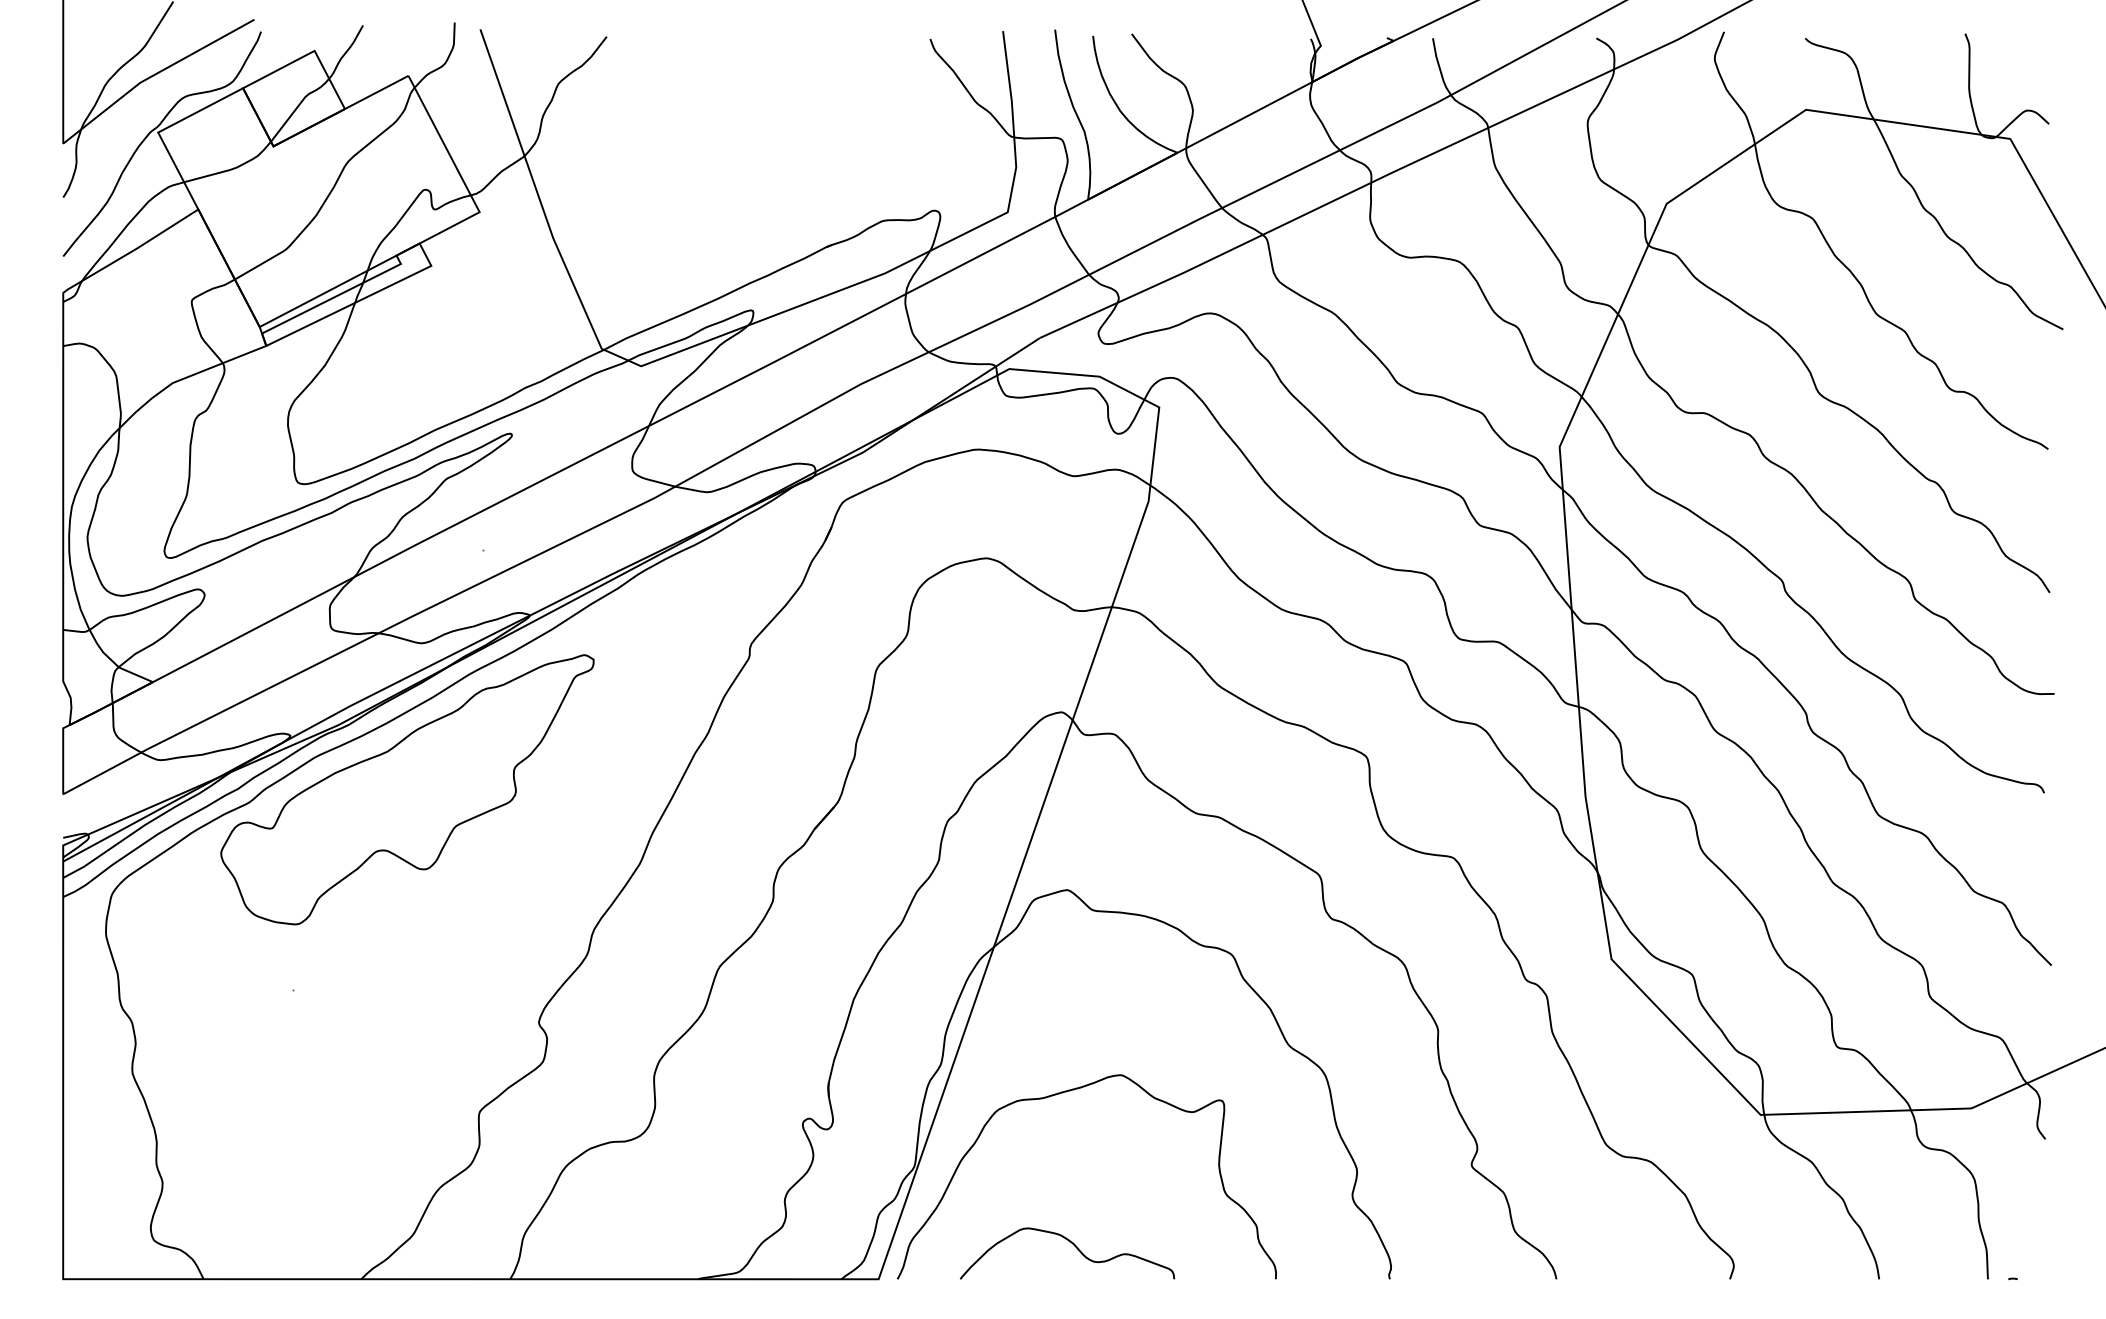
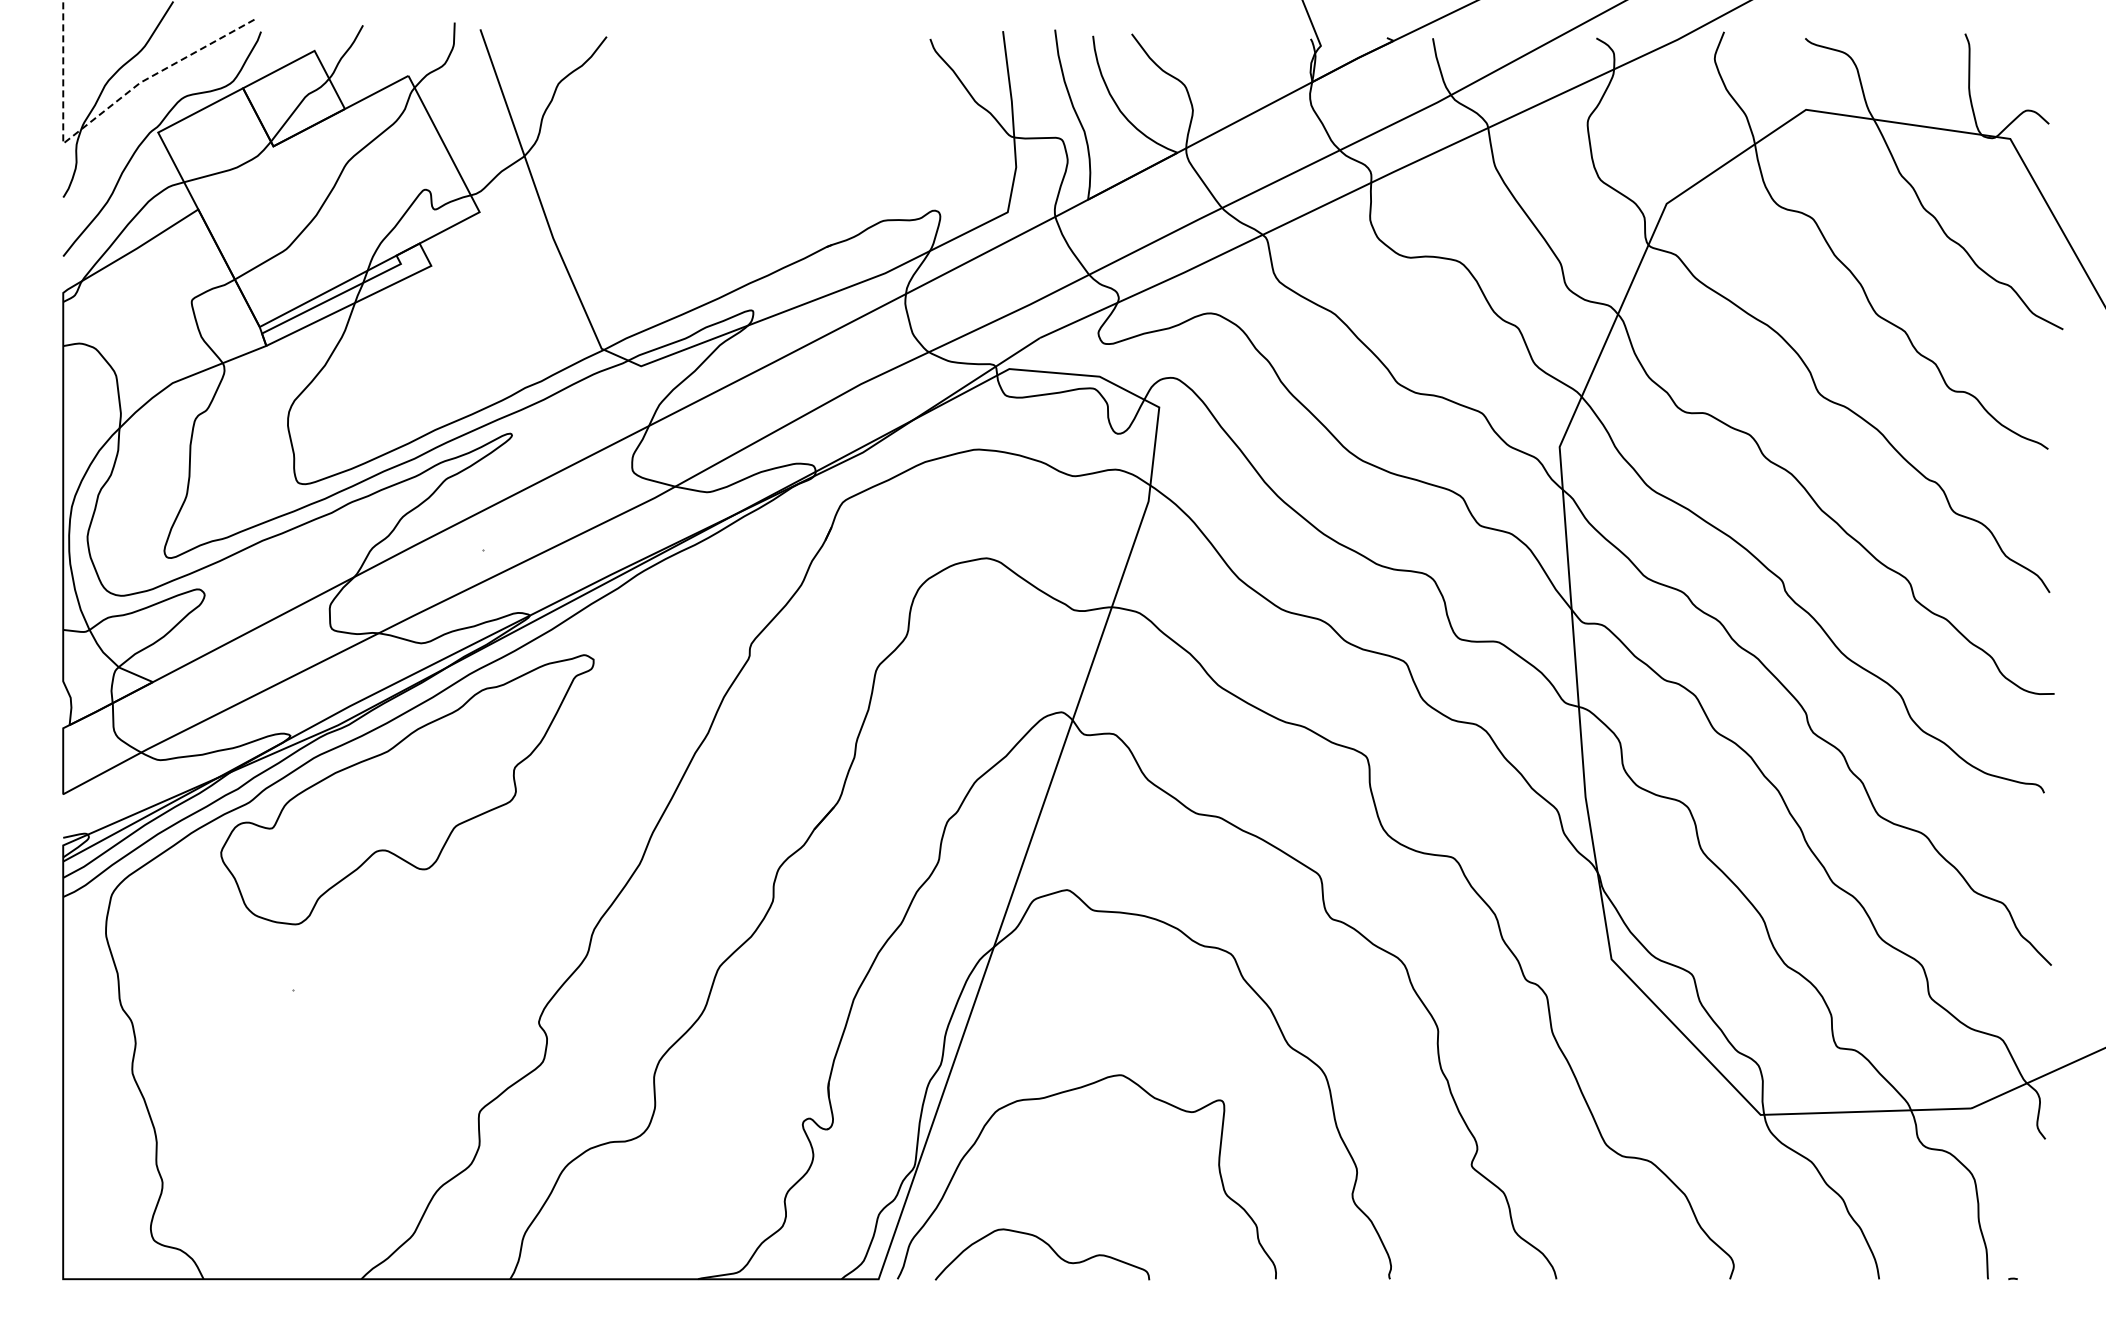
line at (96, 117): solid -> dashed
curve at (1074, 1246) position: (1074, 1246) -> (1049, 1247)
